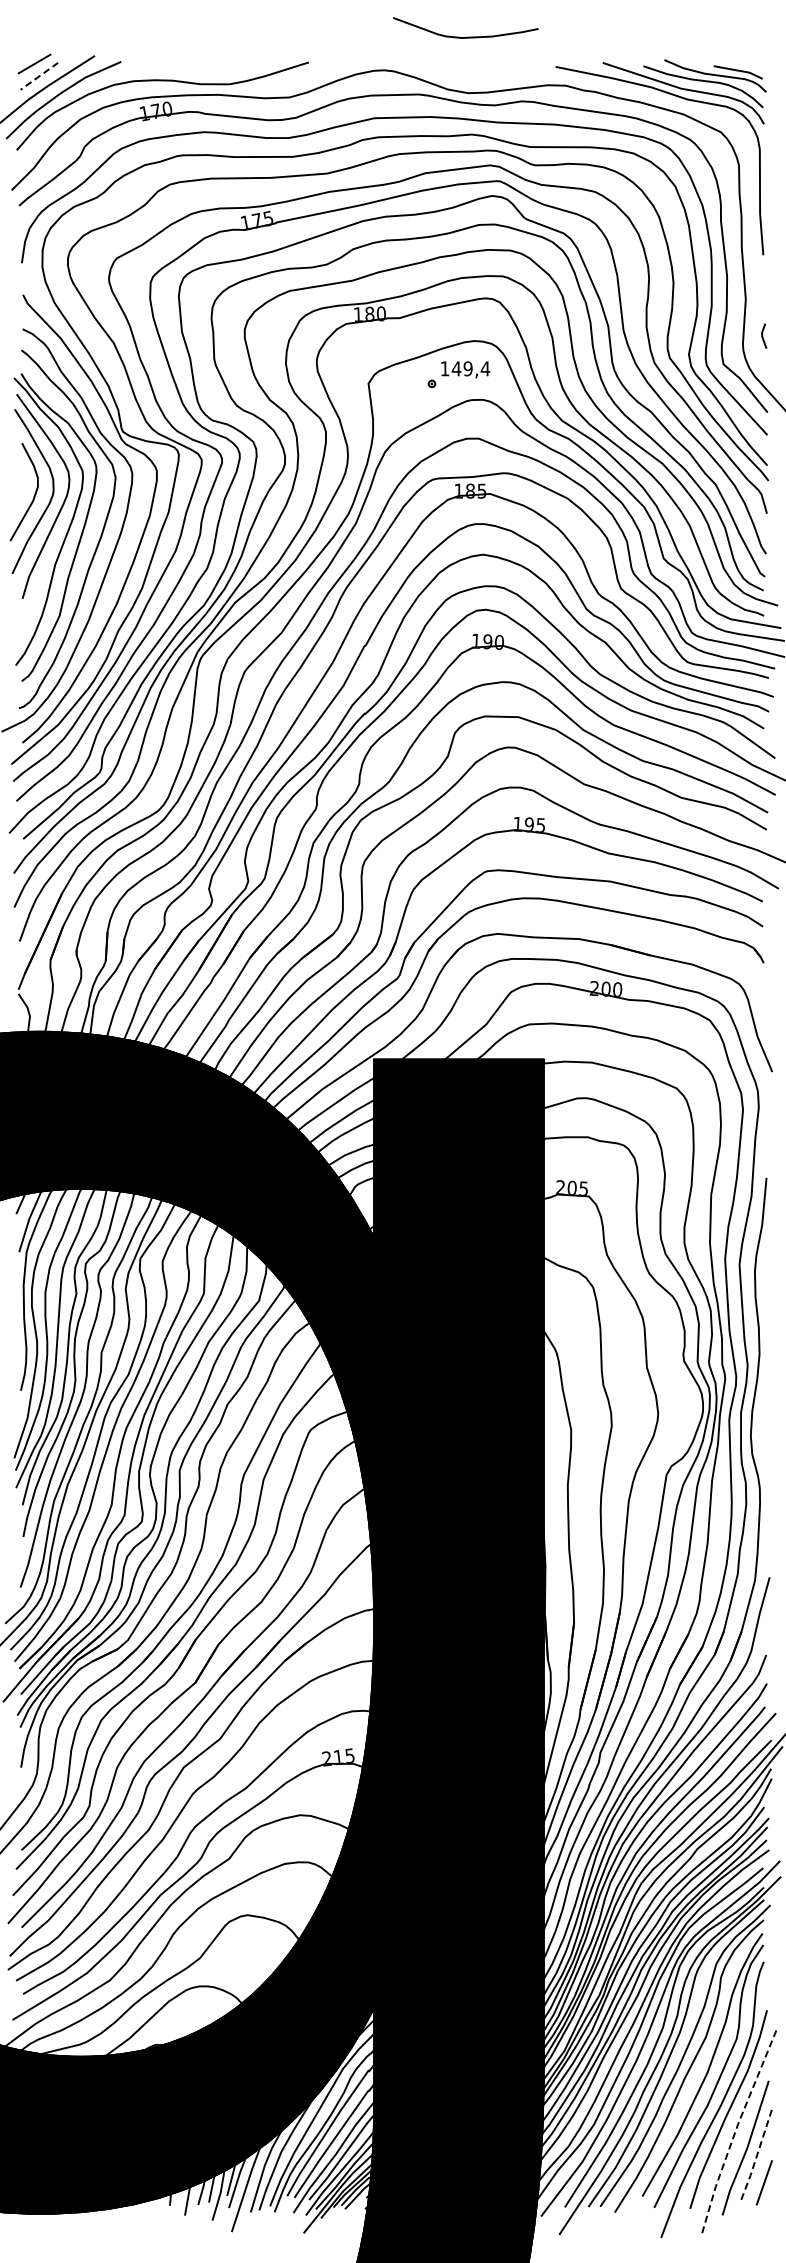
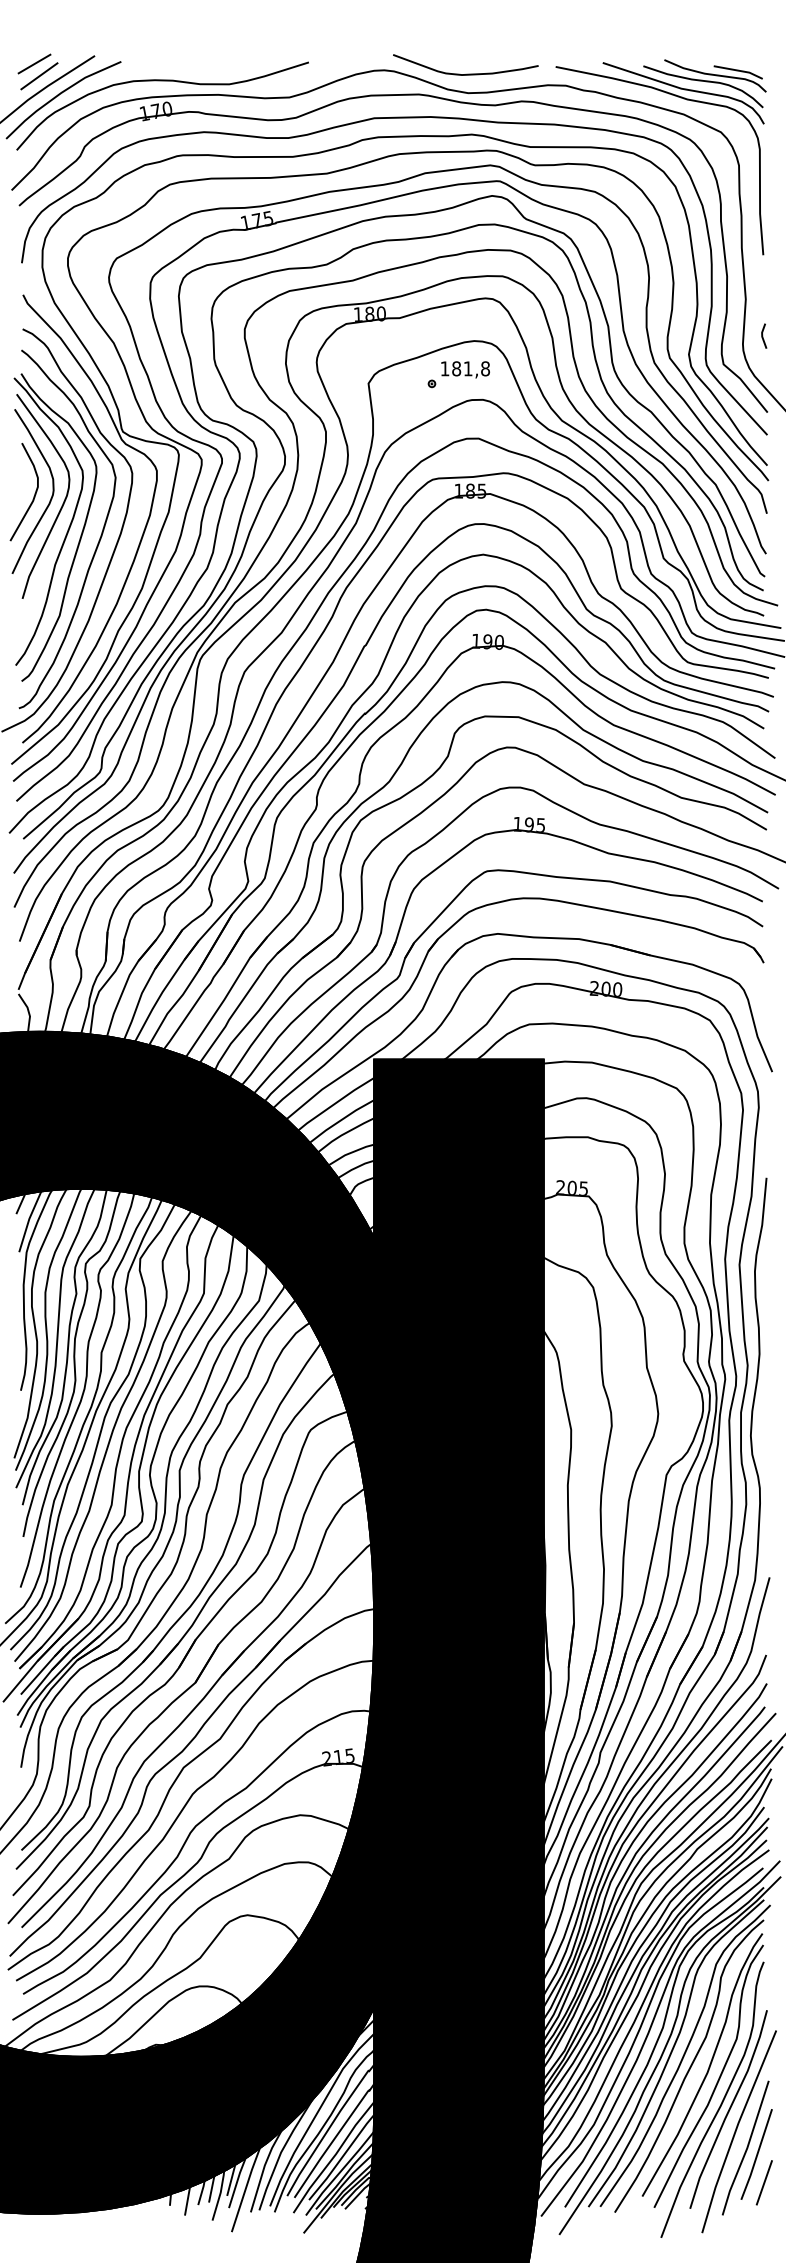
curve at (466, 36) position: (466, 36) -> (466, 73)
line at (39, 76): dashed -> solid
text at (470, 368): 149,4 -> 181,8
line at (735, 2130): dashed -> solid
line at (757, 2154): dashed -> solid
